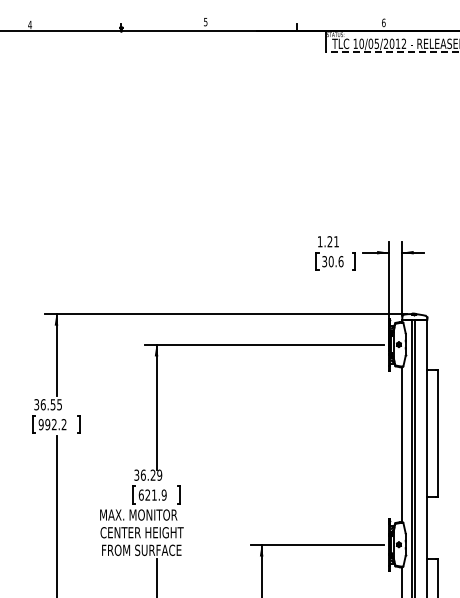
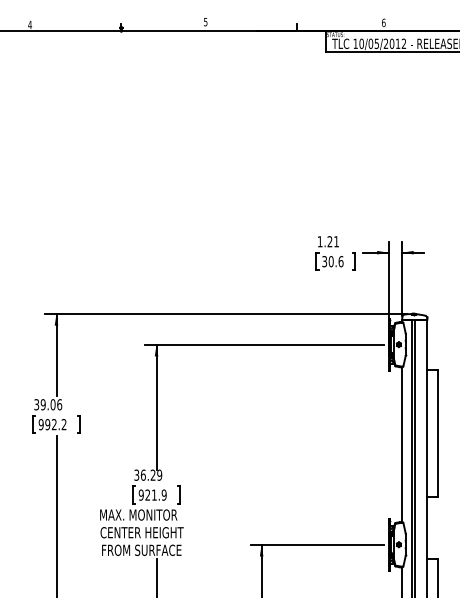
line at (392, 52): dashed -> solid
text at (51, 404): 36.55 -> 39.06
text at (140, 494): 621.9 -> 921.9
